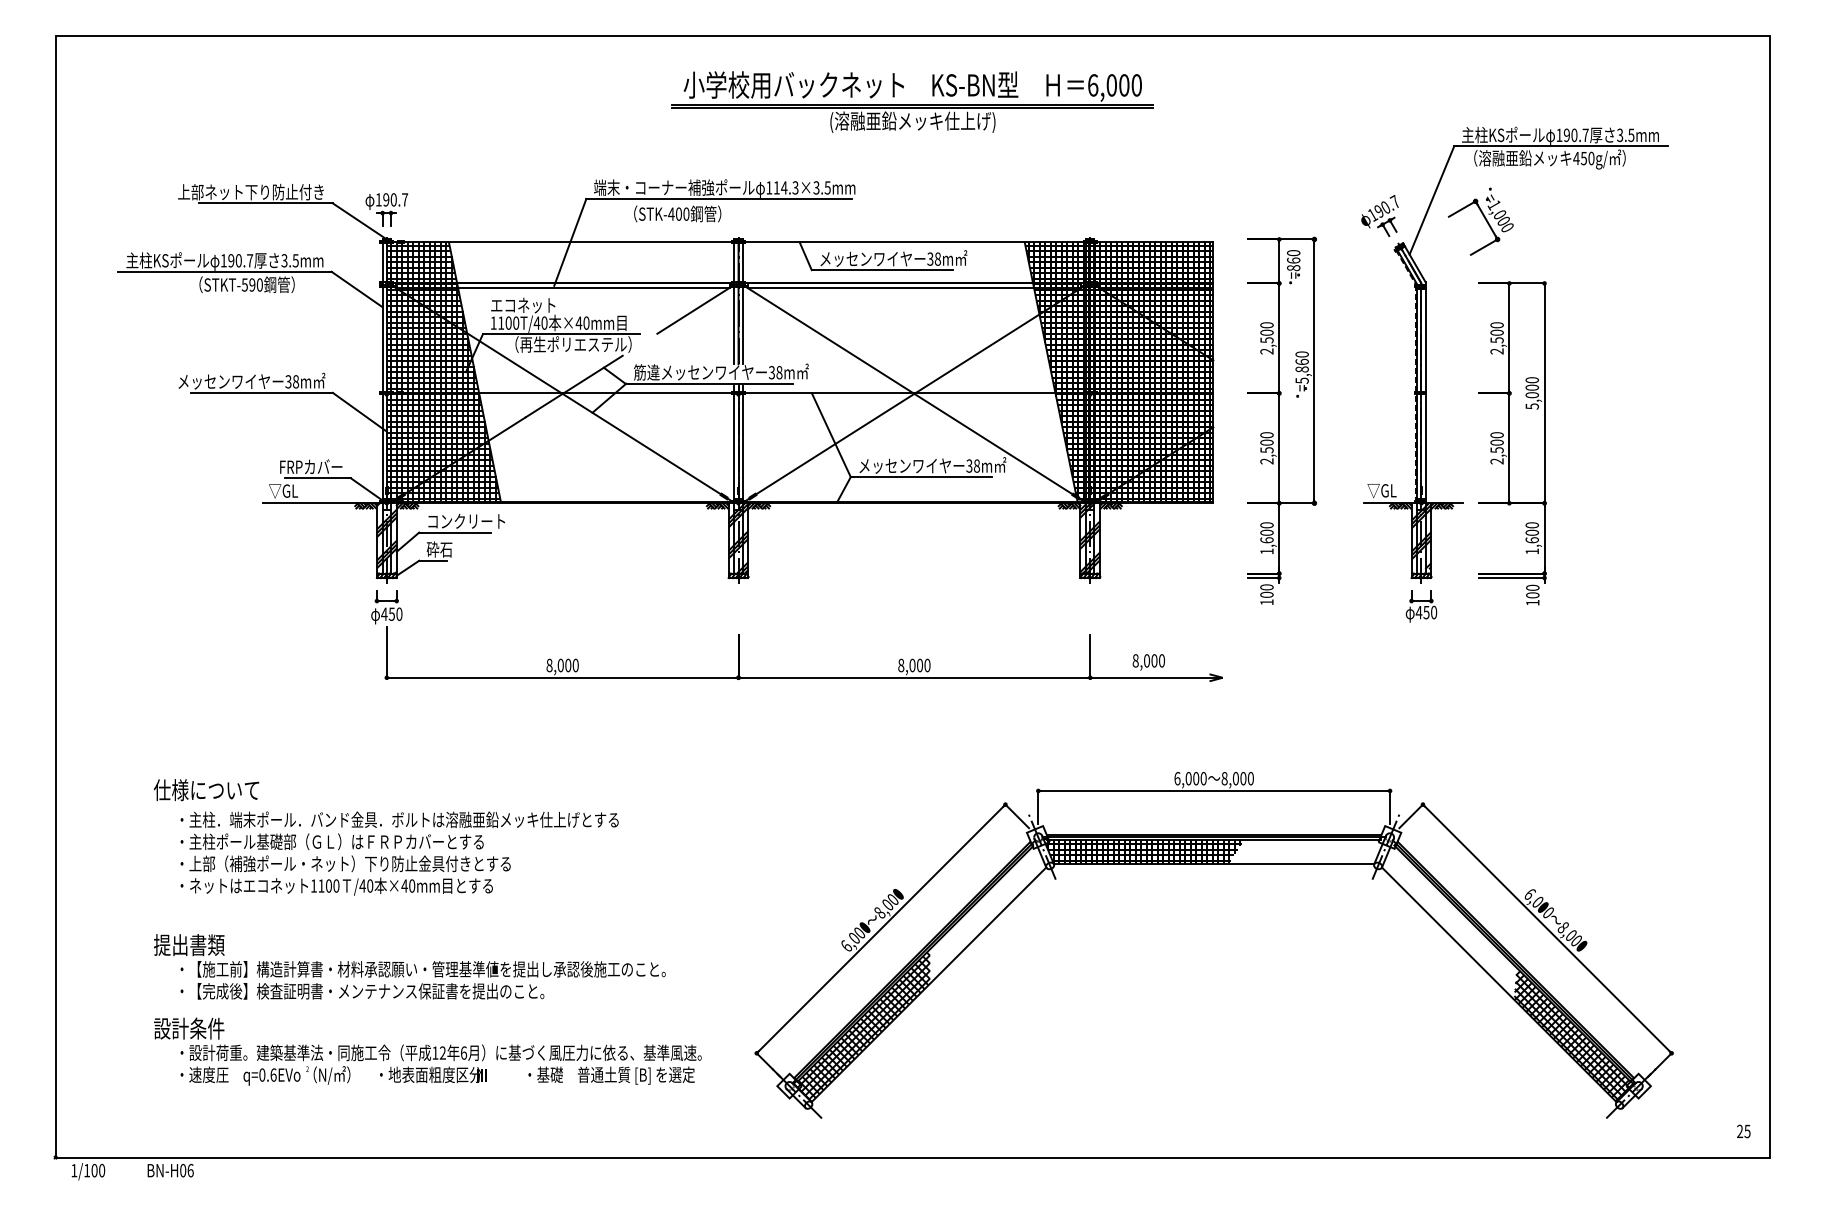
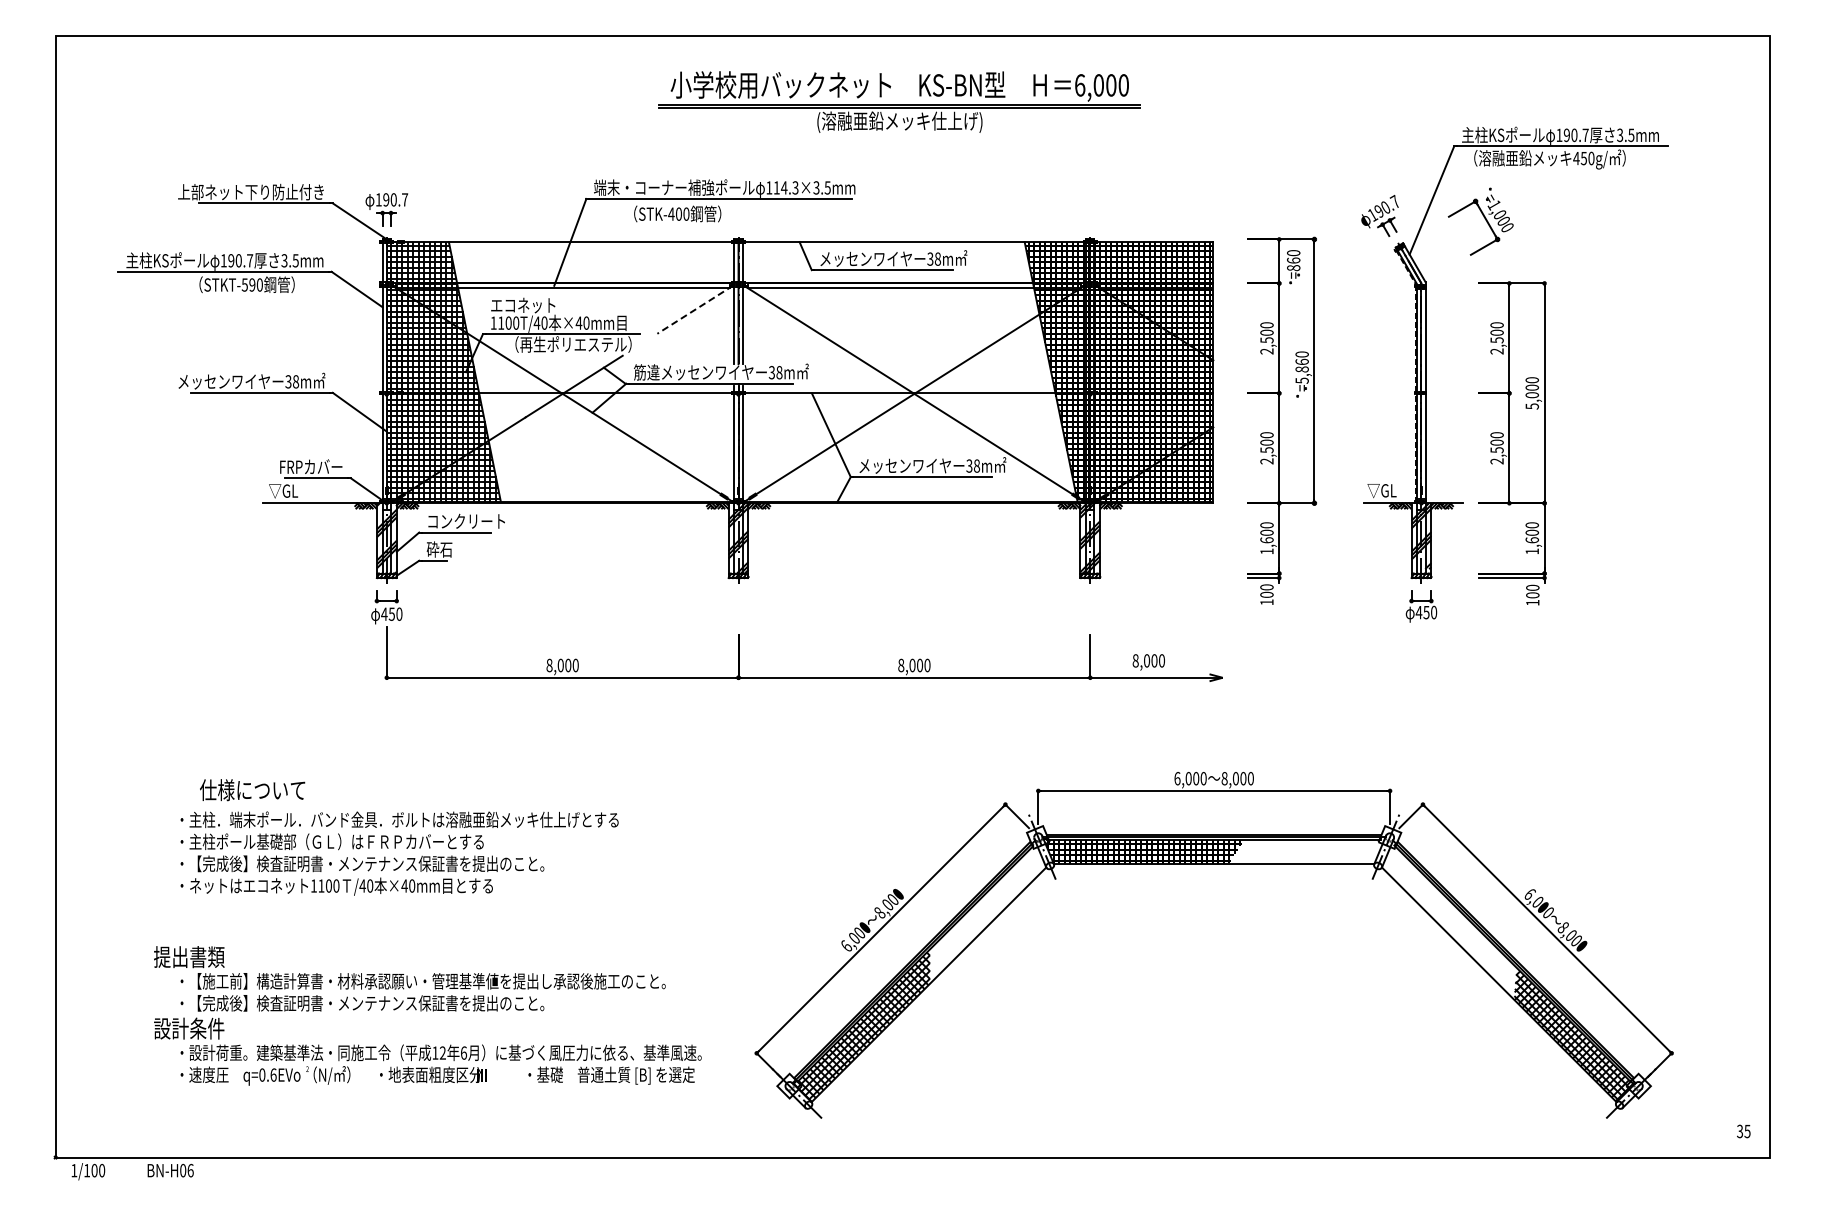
part at (912, 101) position: (912, 101) -> (899, 101)
line at (695, 309): solid -> dashed
text at (206, 790) position: (206, 790) -> (252, 790)
text at (366, 863): ・上部（補強ポール・ネット）下り防止金具付きとする -> ・【完成後】検査証明書・メンテナンス保証書を提出のこと。
text at (409, 966) position: (409, 966) -> (409, 978)
text at (1740, 1131): 25 -> 35
